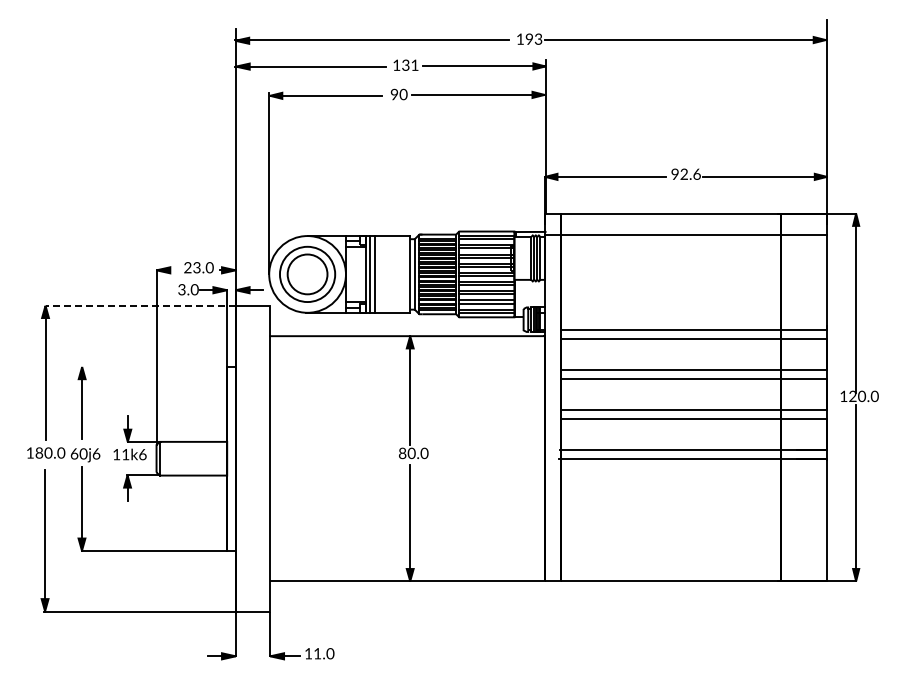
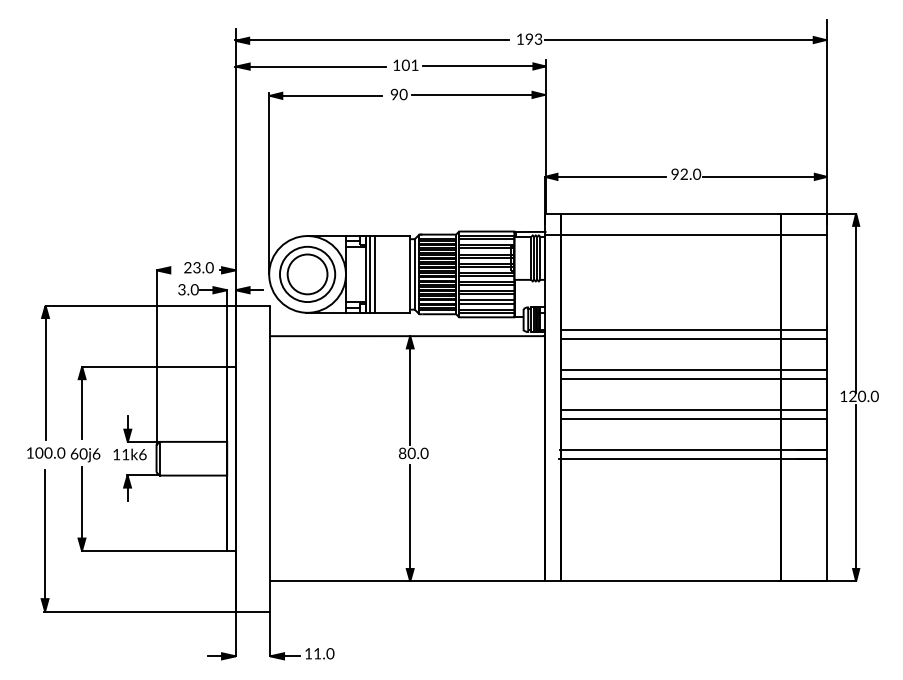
text at (405, 65): 131 -> 101
text at (697, 173): 92.6 -> 92.0
line at (140, 305): dashed -> solid
line at (155, 366): none -> present
text at (39, 453): 180.0 -> 100.0
